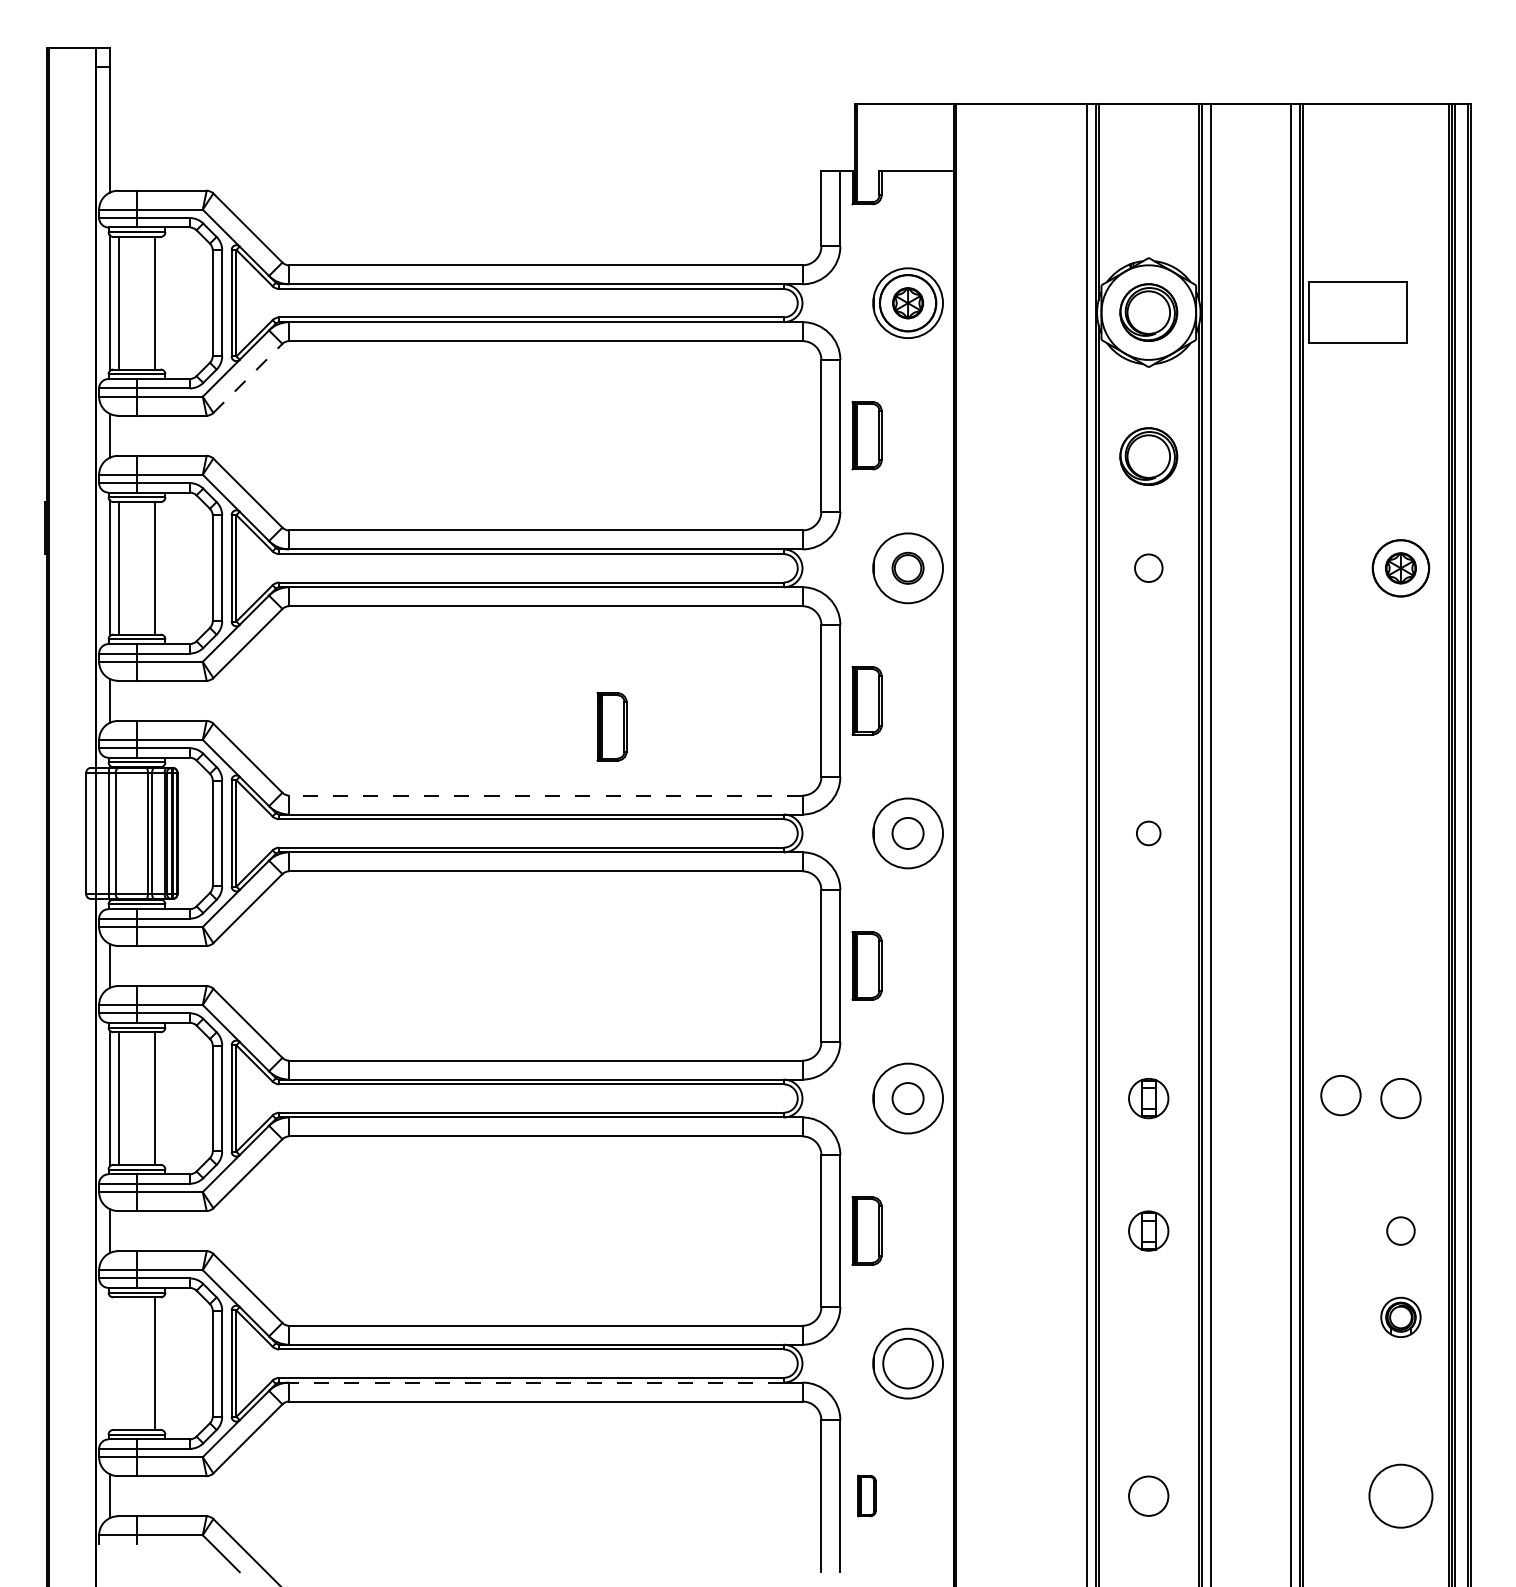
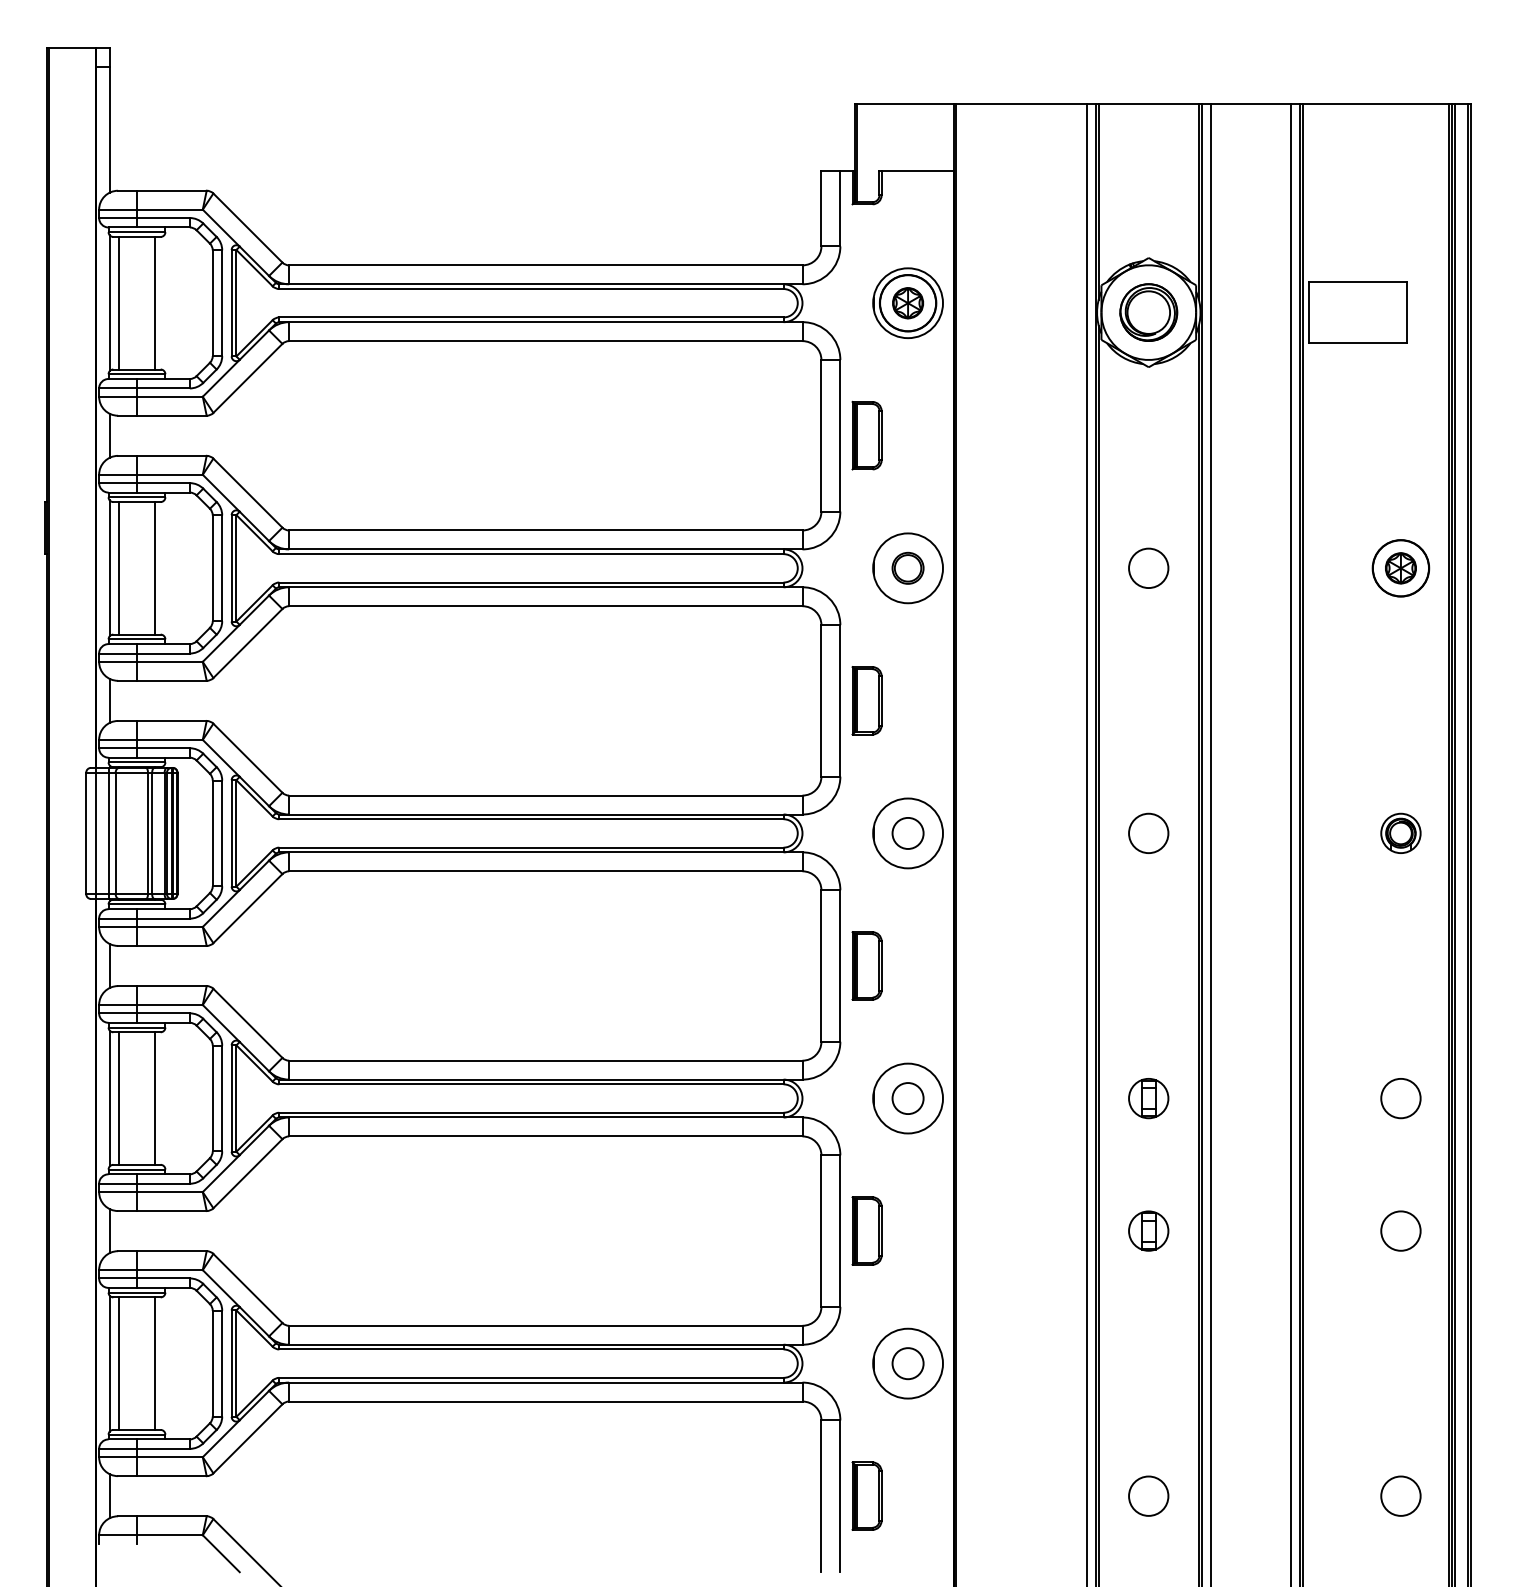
line at (247, 378): dashed -> solid
part at (1148, 456): present -> none
circle at (1148, 567) size: 30x30 px -> 42x42 px
part at (611, 726): present -> none
line at (545, 795): dashed -> solid
circle at (1148, 833) diameter: 24 px -> 39 px
circle at (1340, 1095): present -> none
circle at (1400, 1230) size: 30x30 px -> 42x42 px
part at (1400, 1316) position: (1400, 1316) -> (1400, 832)
line at (109, 1363): none -> present
line at (118, 1363): none -> present
circle at (907, 1363) diameter: 50 px -> 31 px
line at (535, 1382): dashed -> solid
part at (866, 1495) size: 20x44 px -> 32x70 px
circle at (1400, 1495) diameter: 63 px -> 39 px
